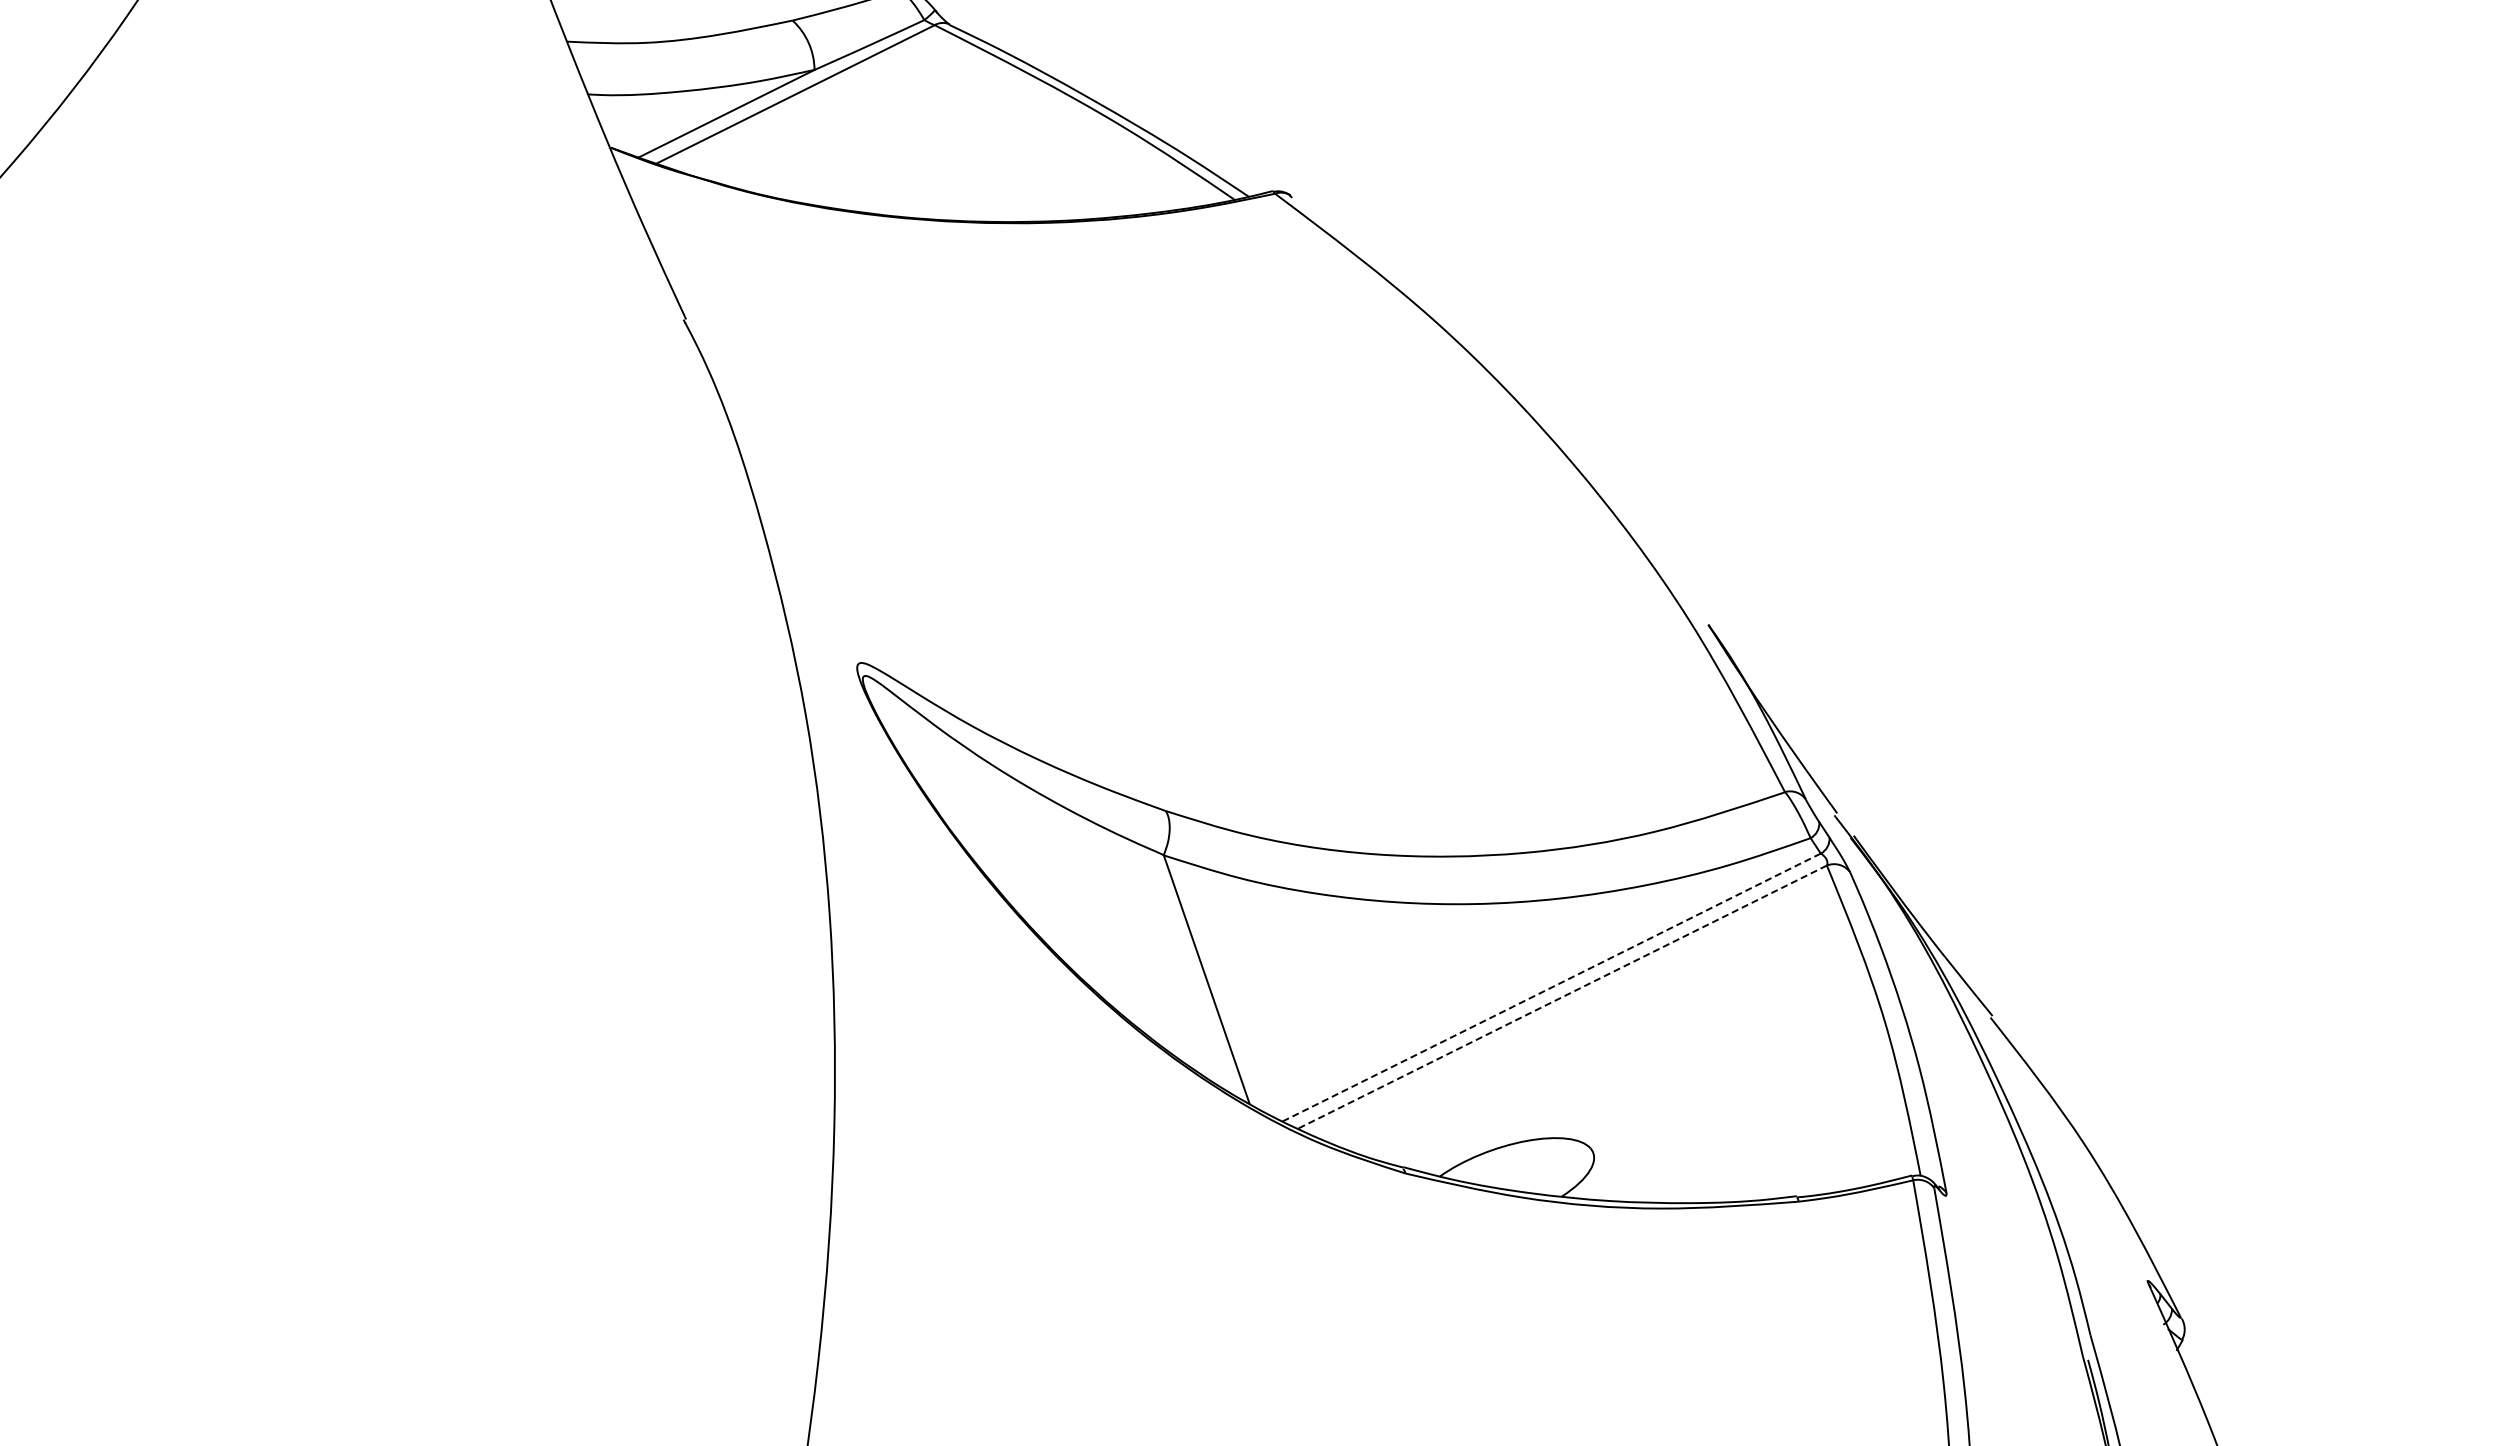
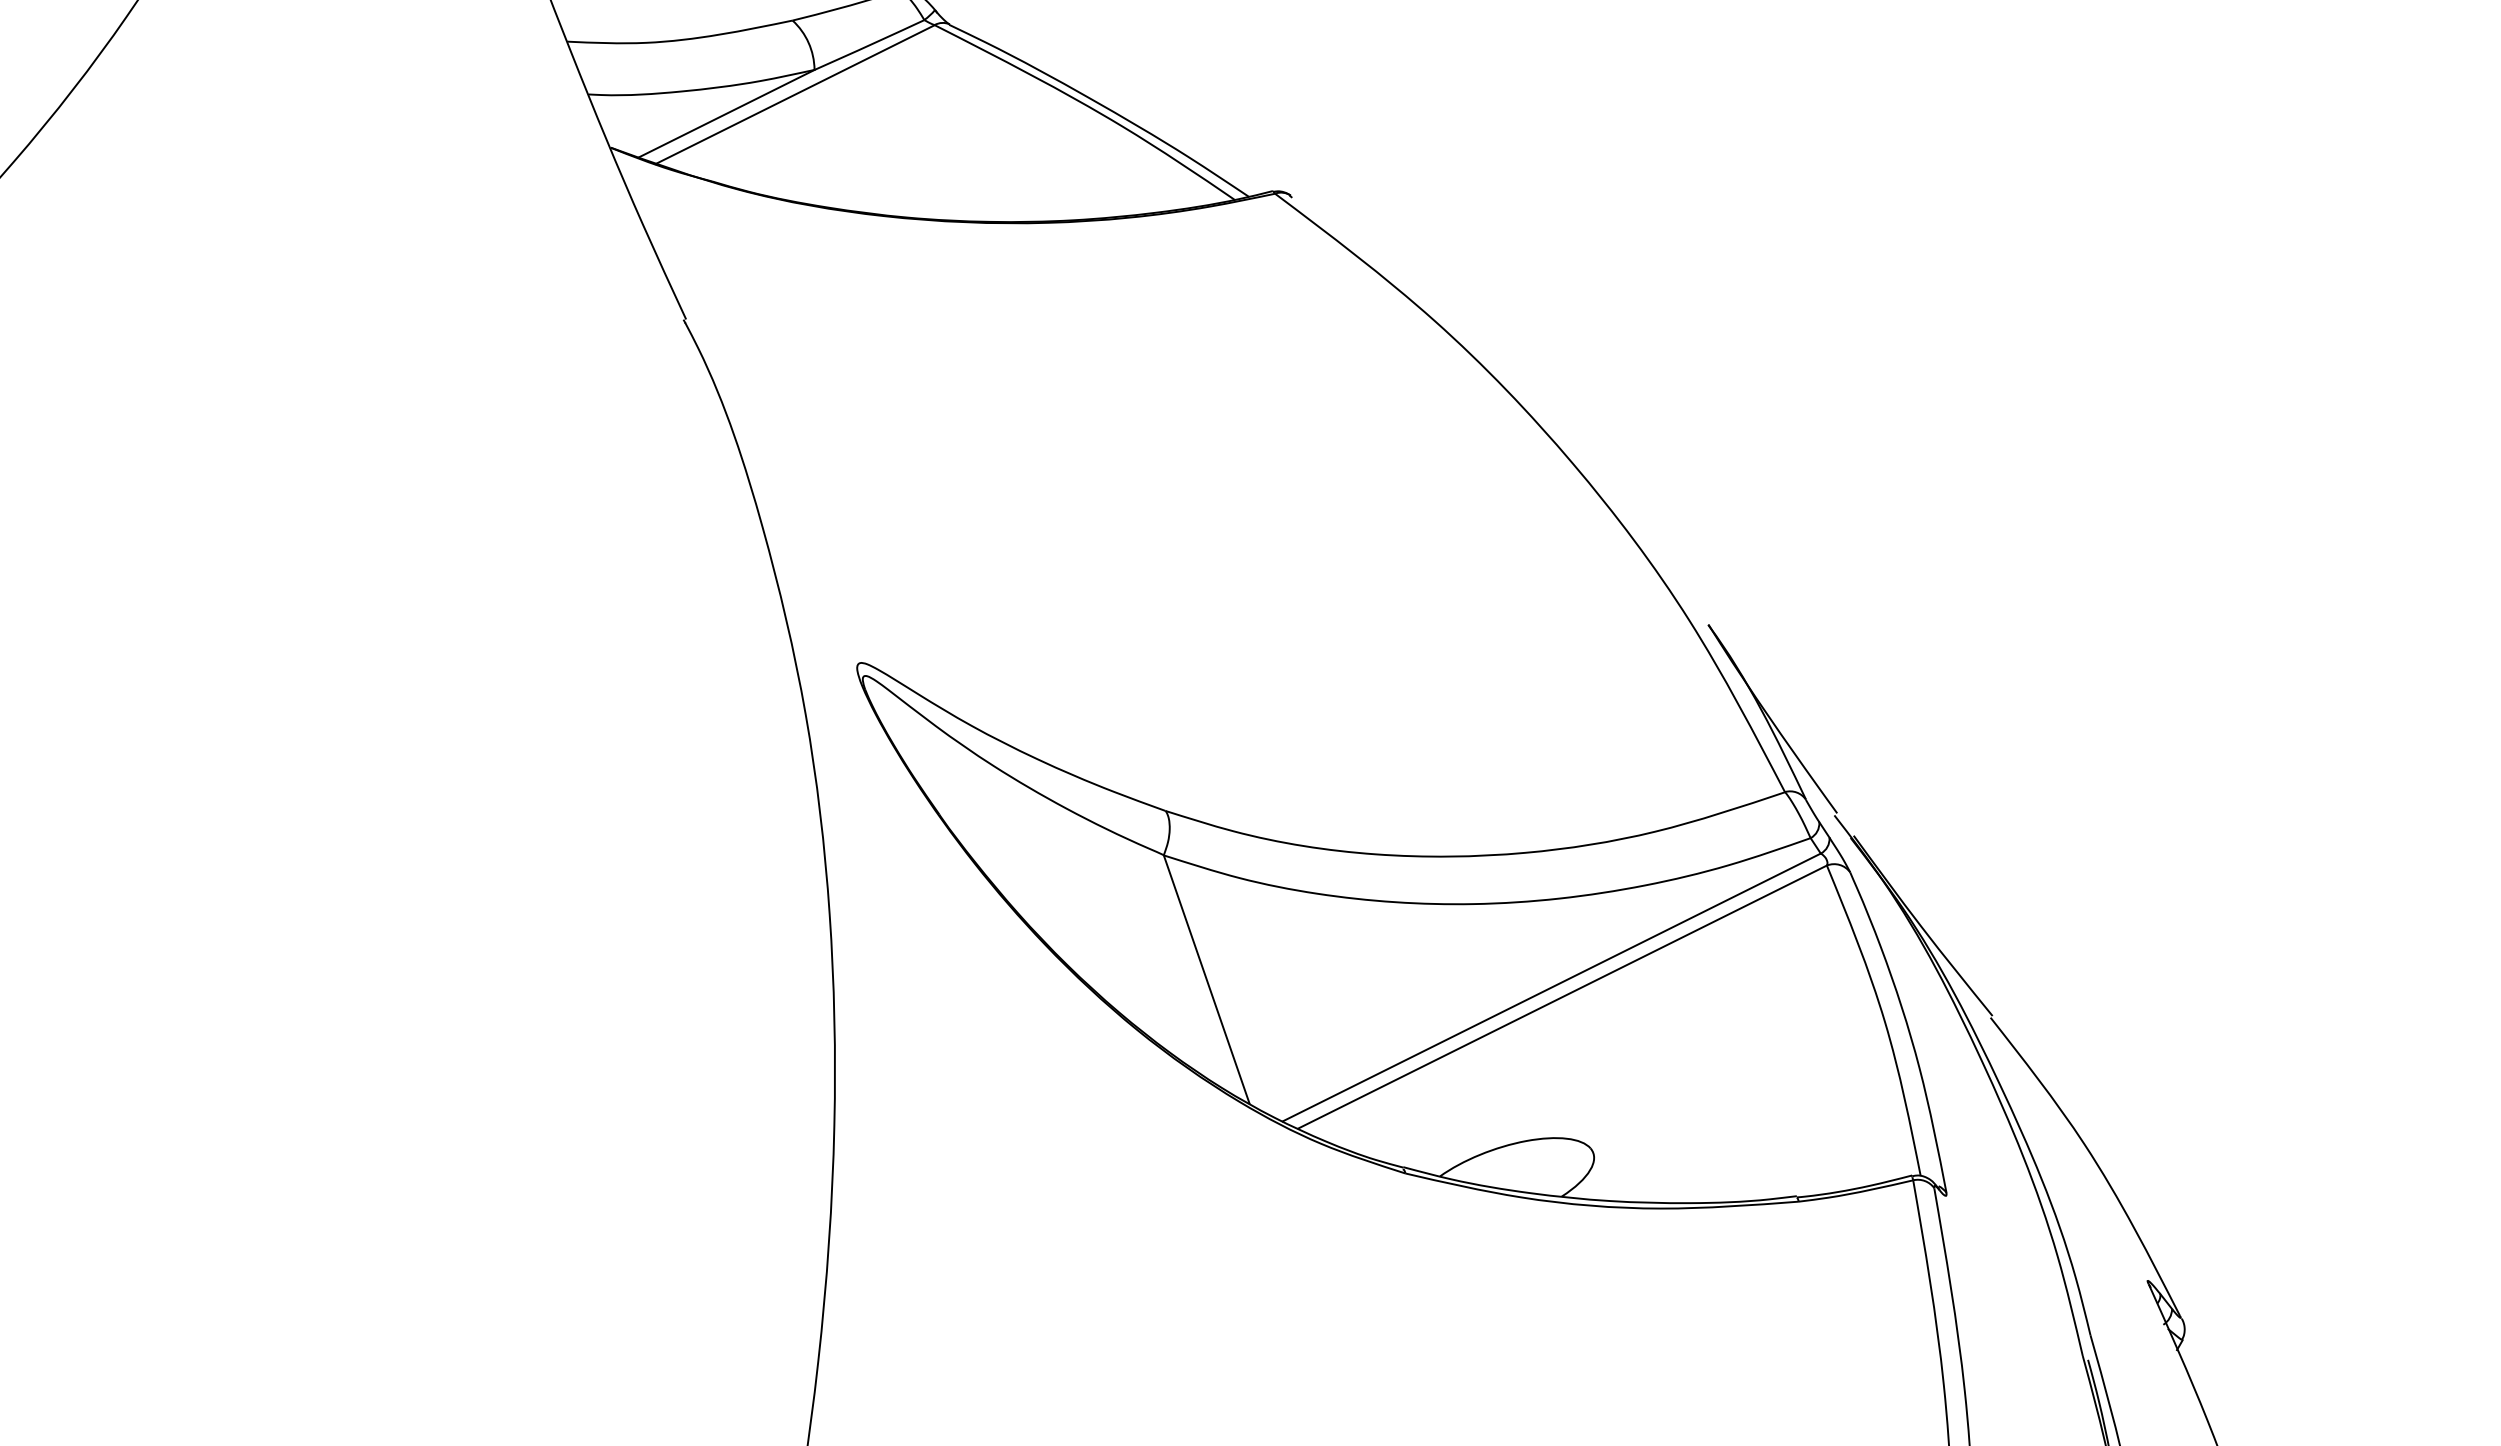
line at (1551, 987): dashed -> solid
line at (1562, 997): dashed -> solid
